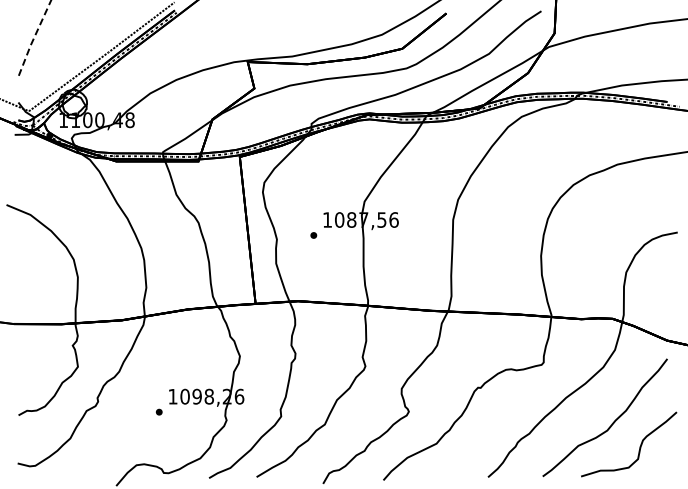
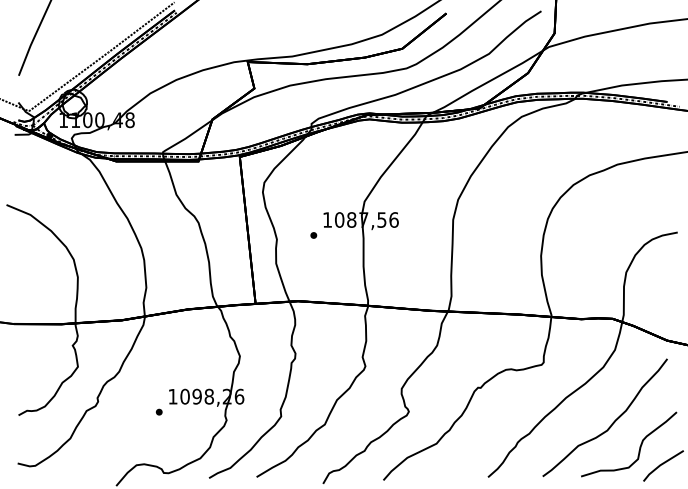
line at (33, 38): dashed -> solid
line at (663, 464): none -> present
